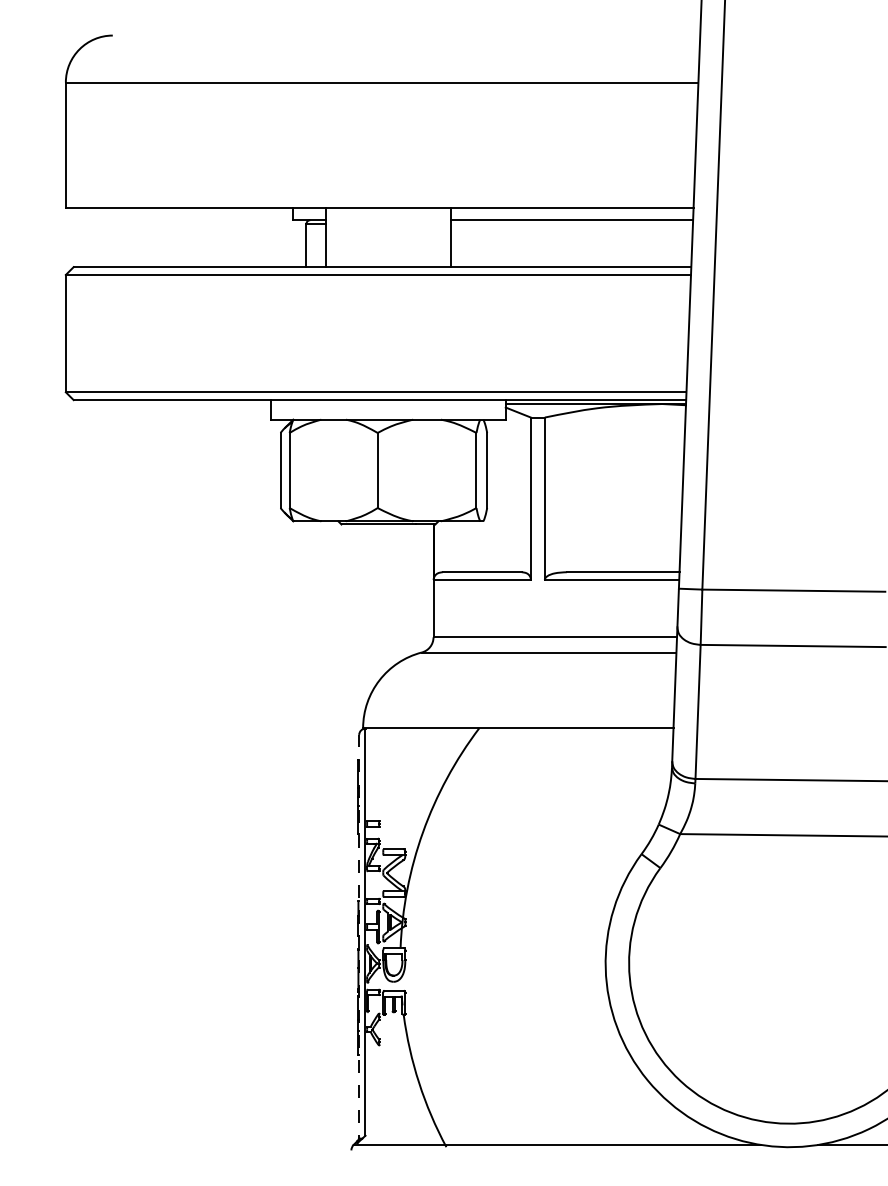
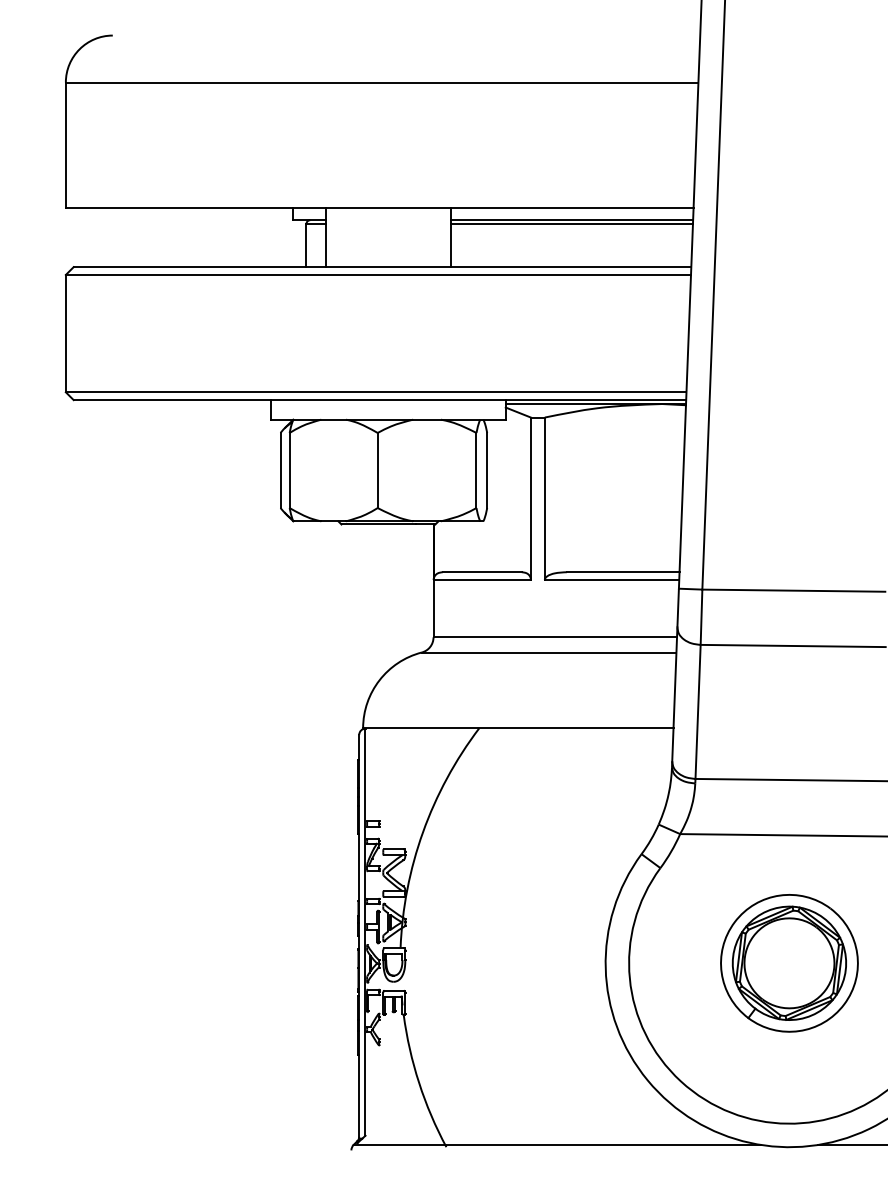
line at (571, 224): none -> present
line at (359, 936): dashed -> solid
part at (789, 963): none -> present
